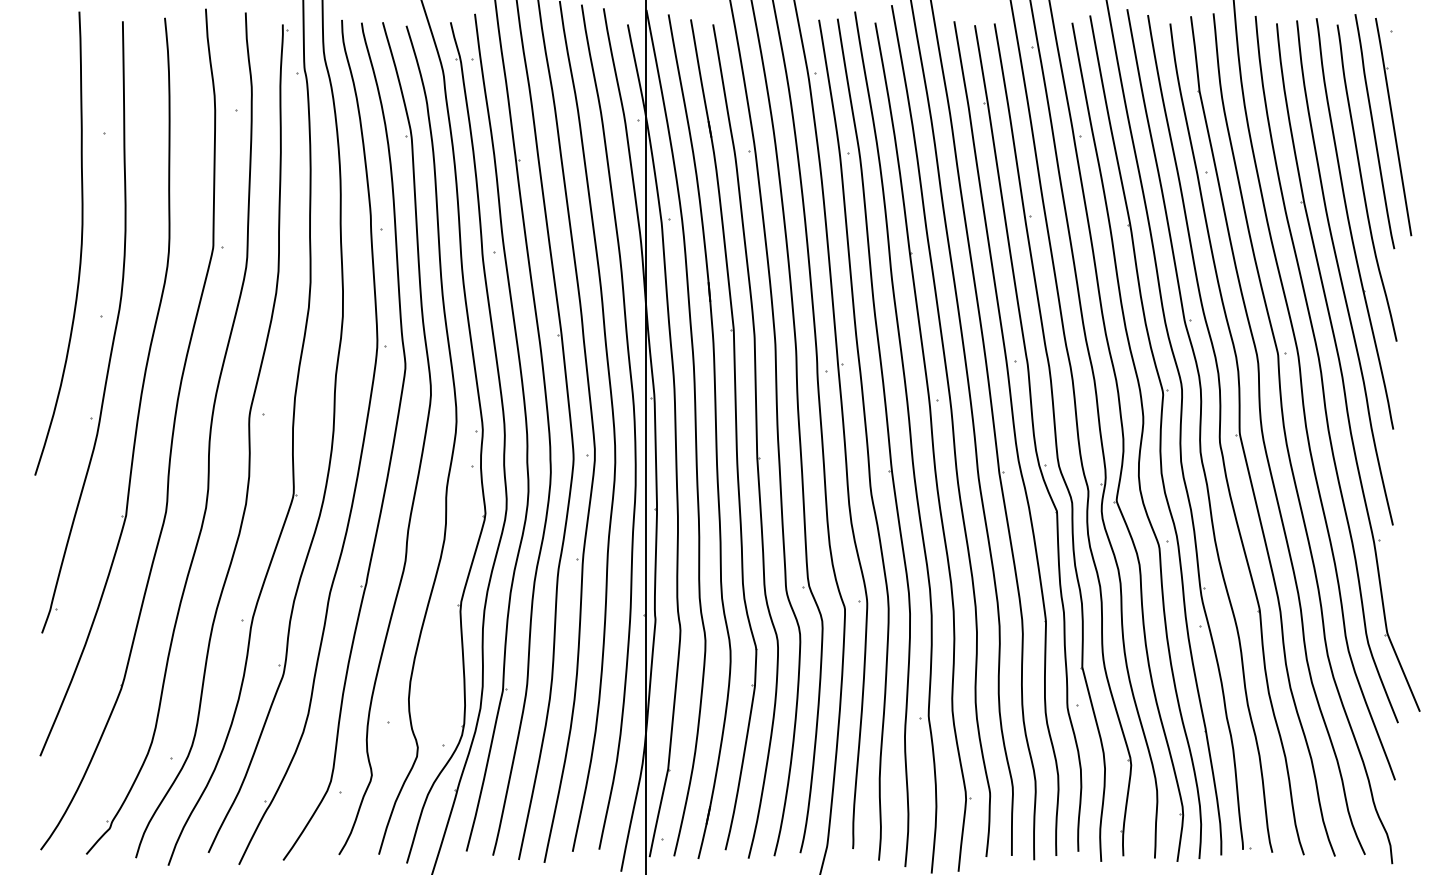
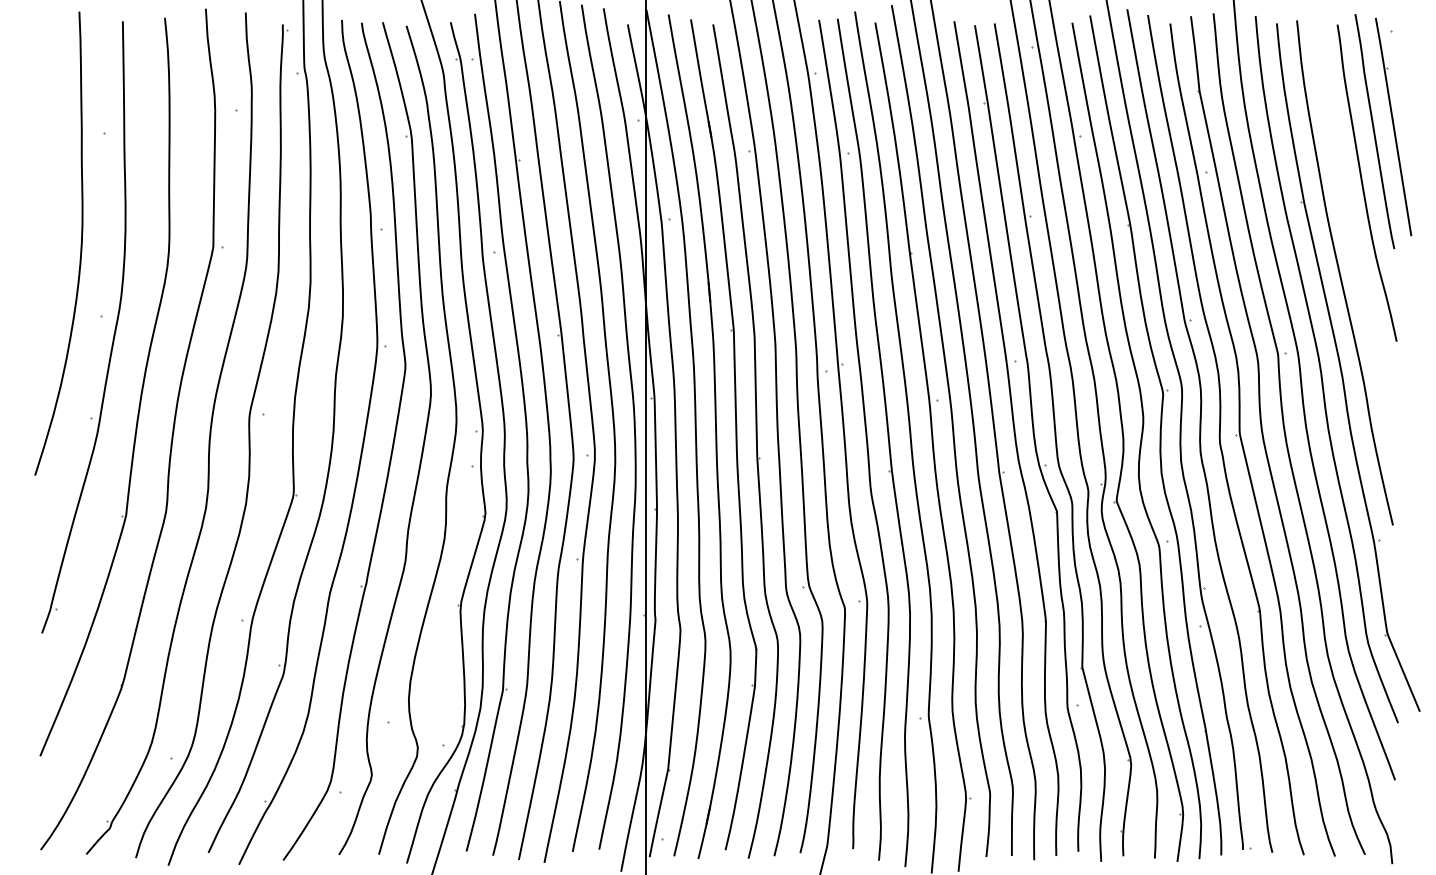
part at (1354, 223): present -> none
